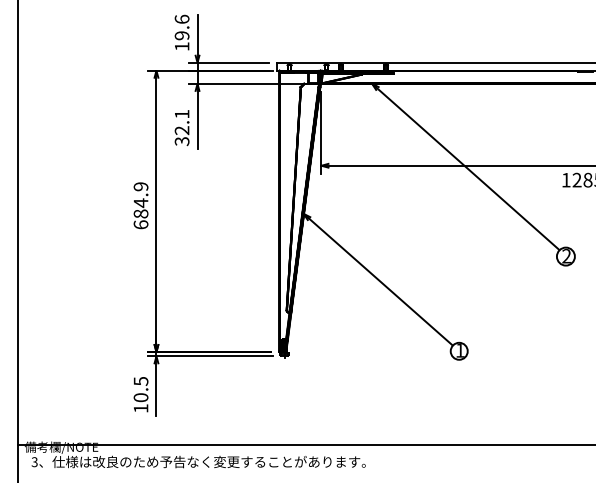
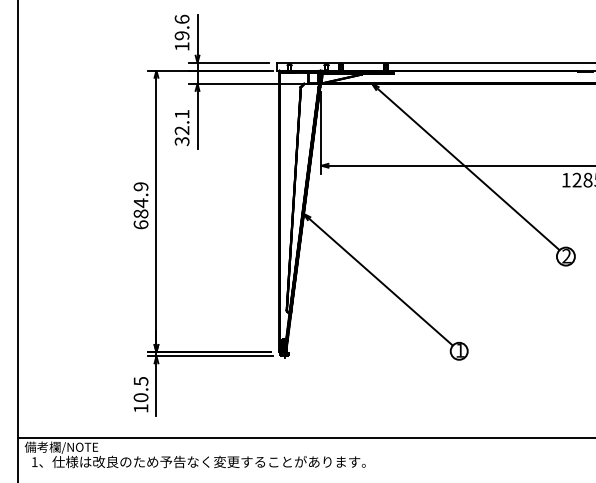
line at (304, 444) position: (304, 444) -> (304, 437)
text at (34, 462): 3 -> 1
